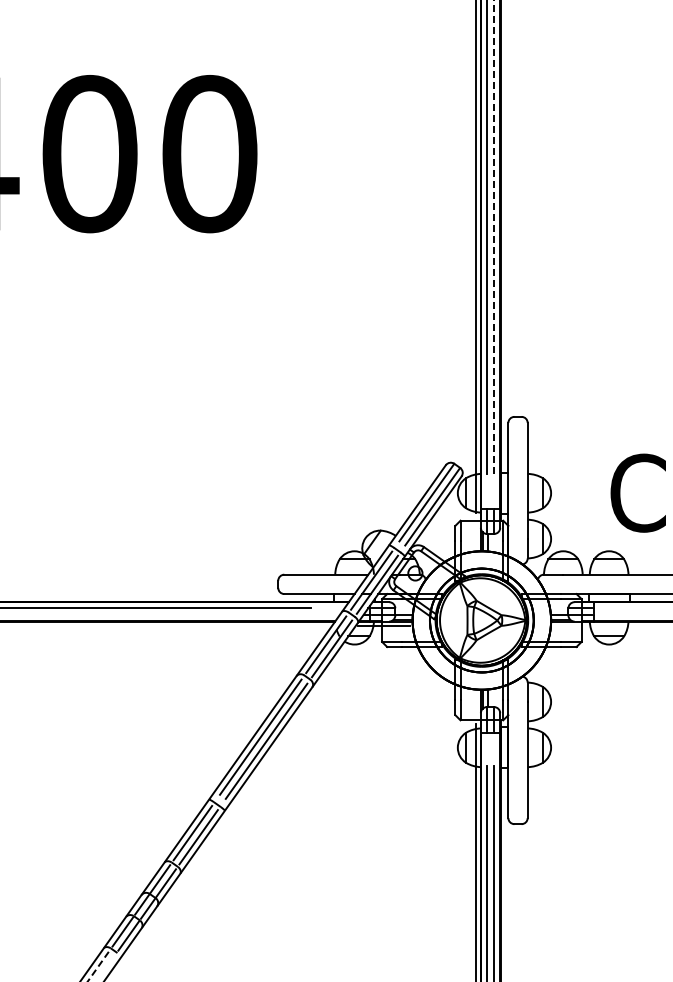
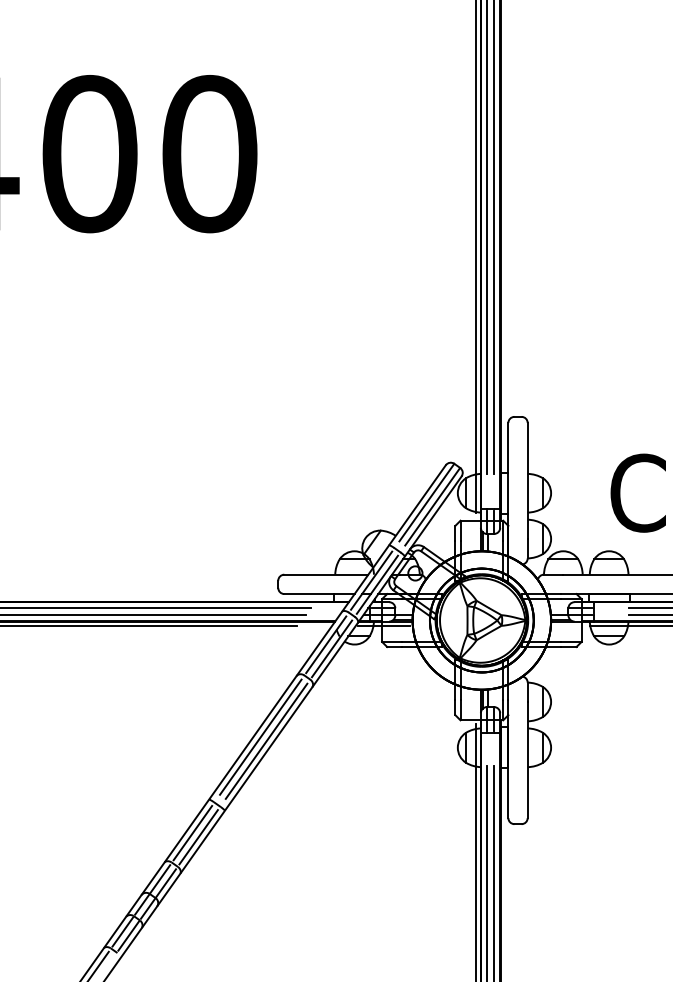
line at (494, 237): dashed -> solid
line at (648, 608): none -> present
line at (154, 615): none -> present
line at (648, 615): none -> present
line at (149, 626): none -> present
line at (629, 626): none -> present
line at (97, 967): dashed -> solid
